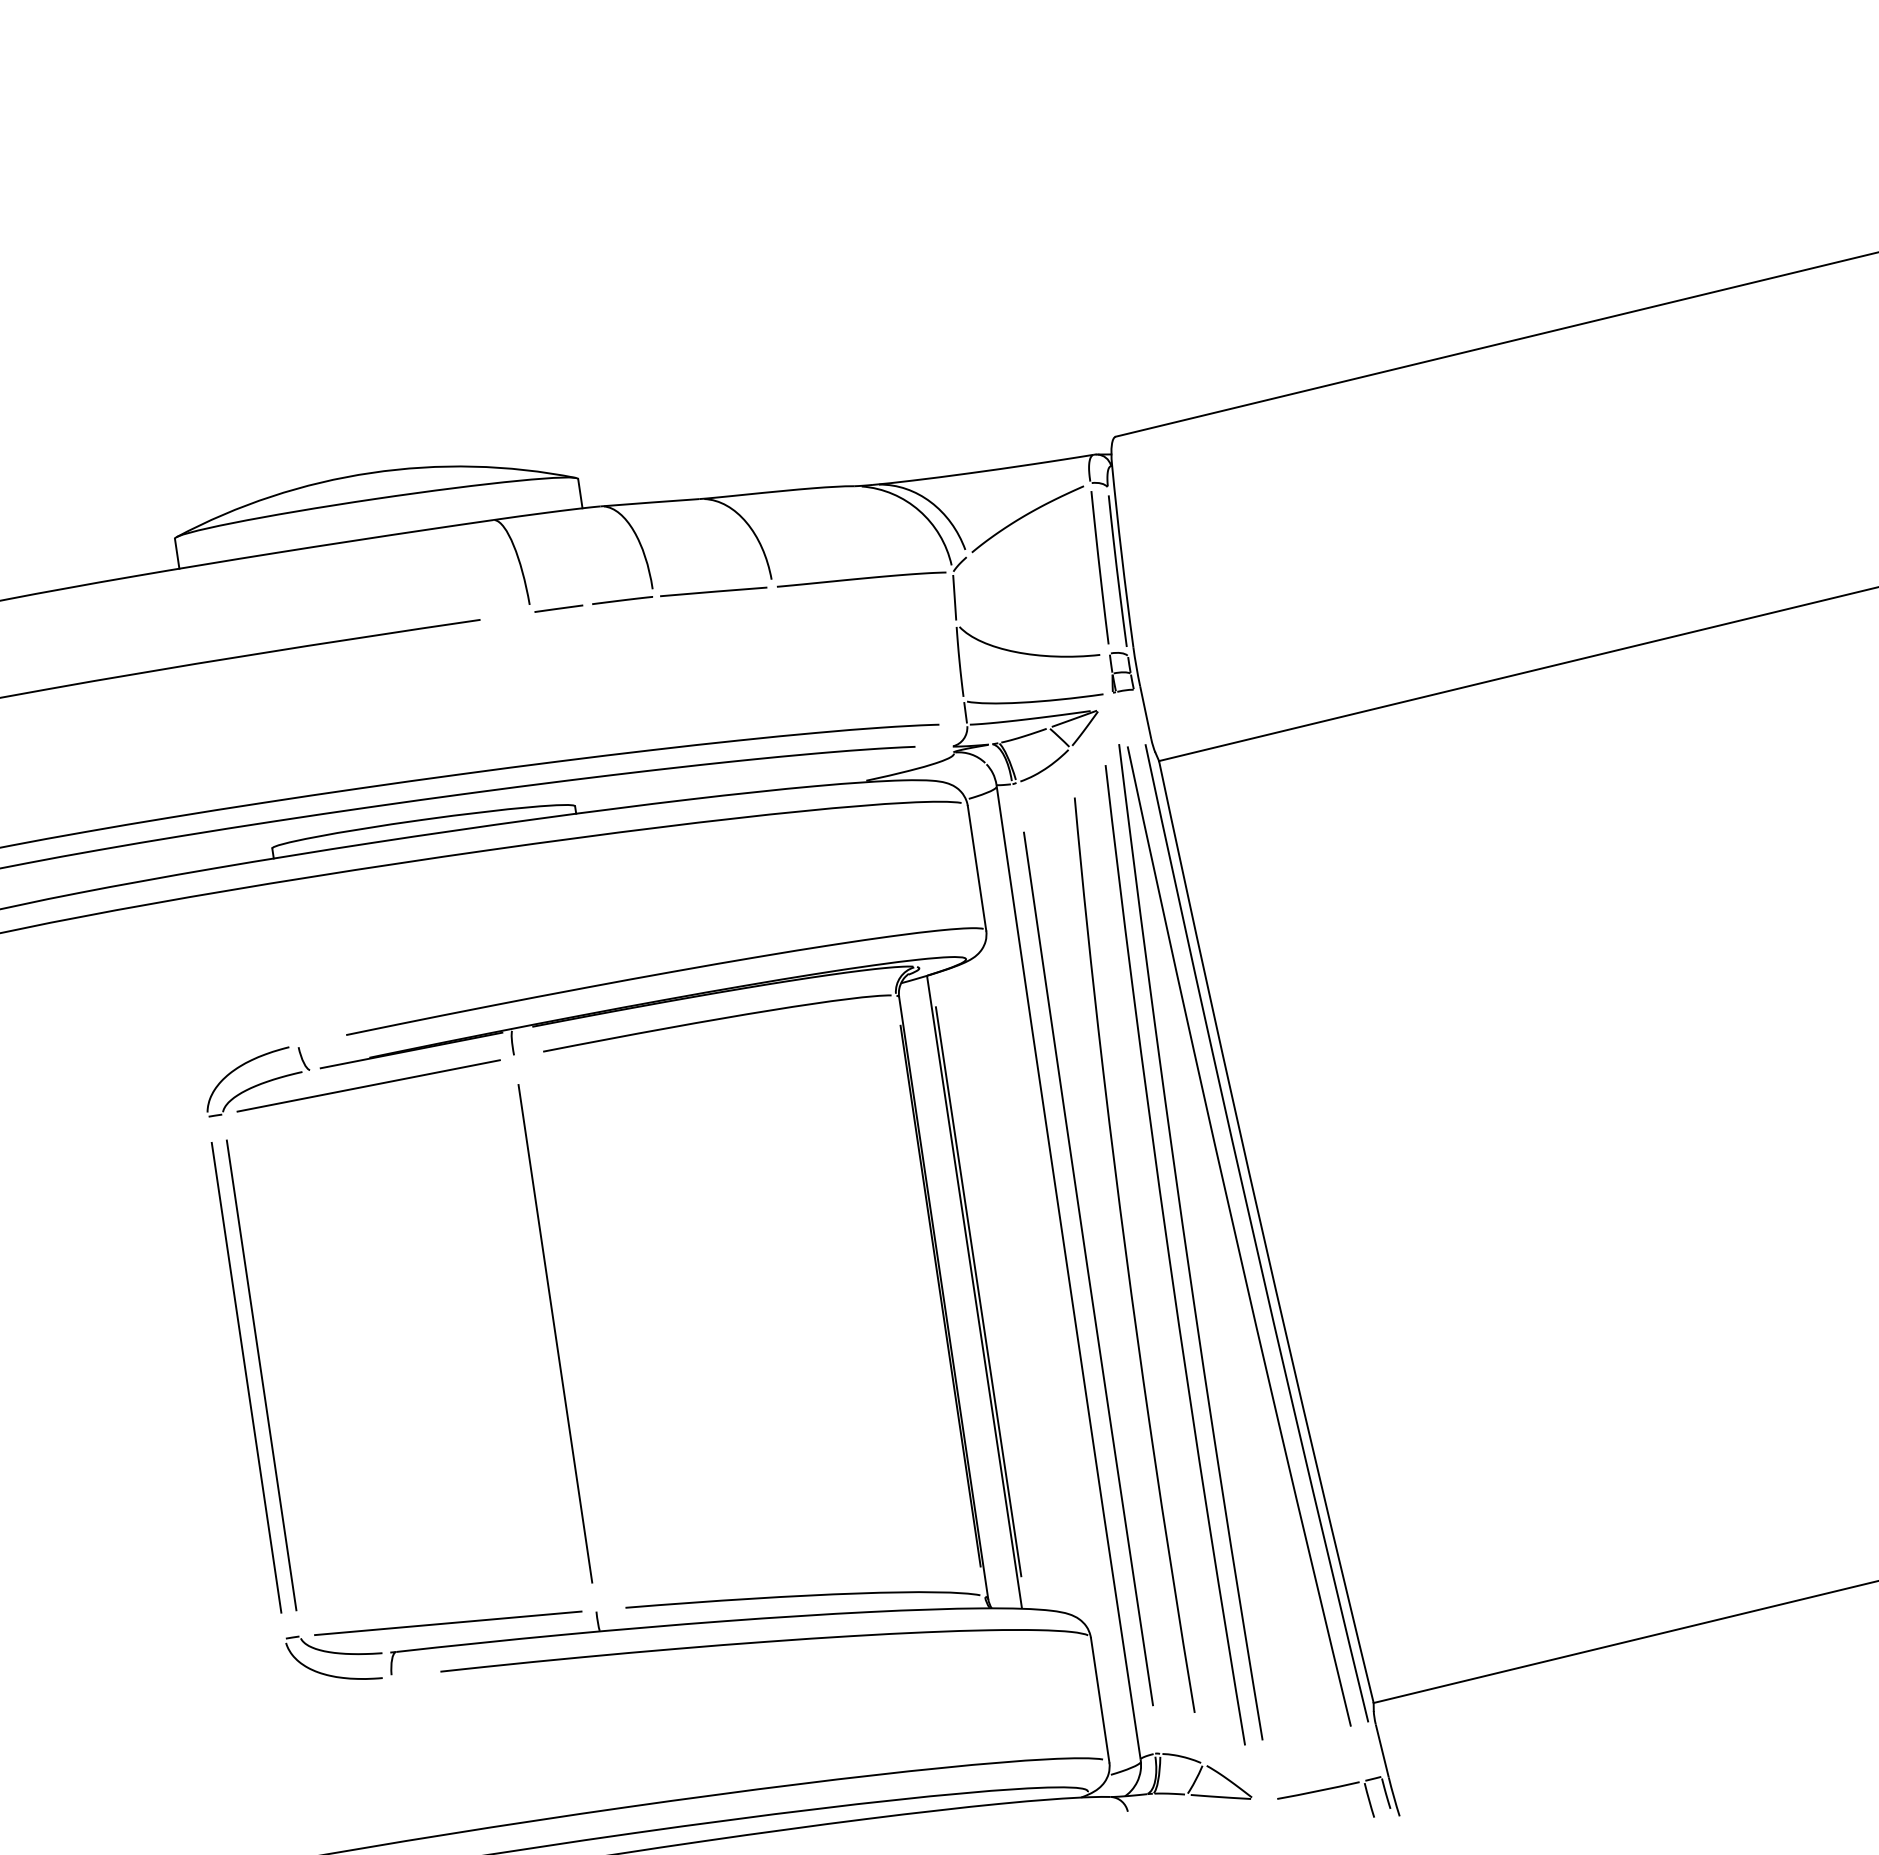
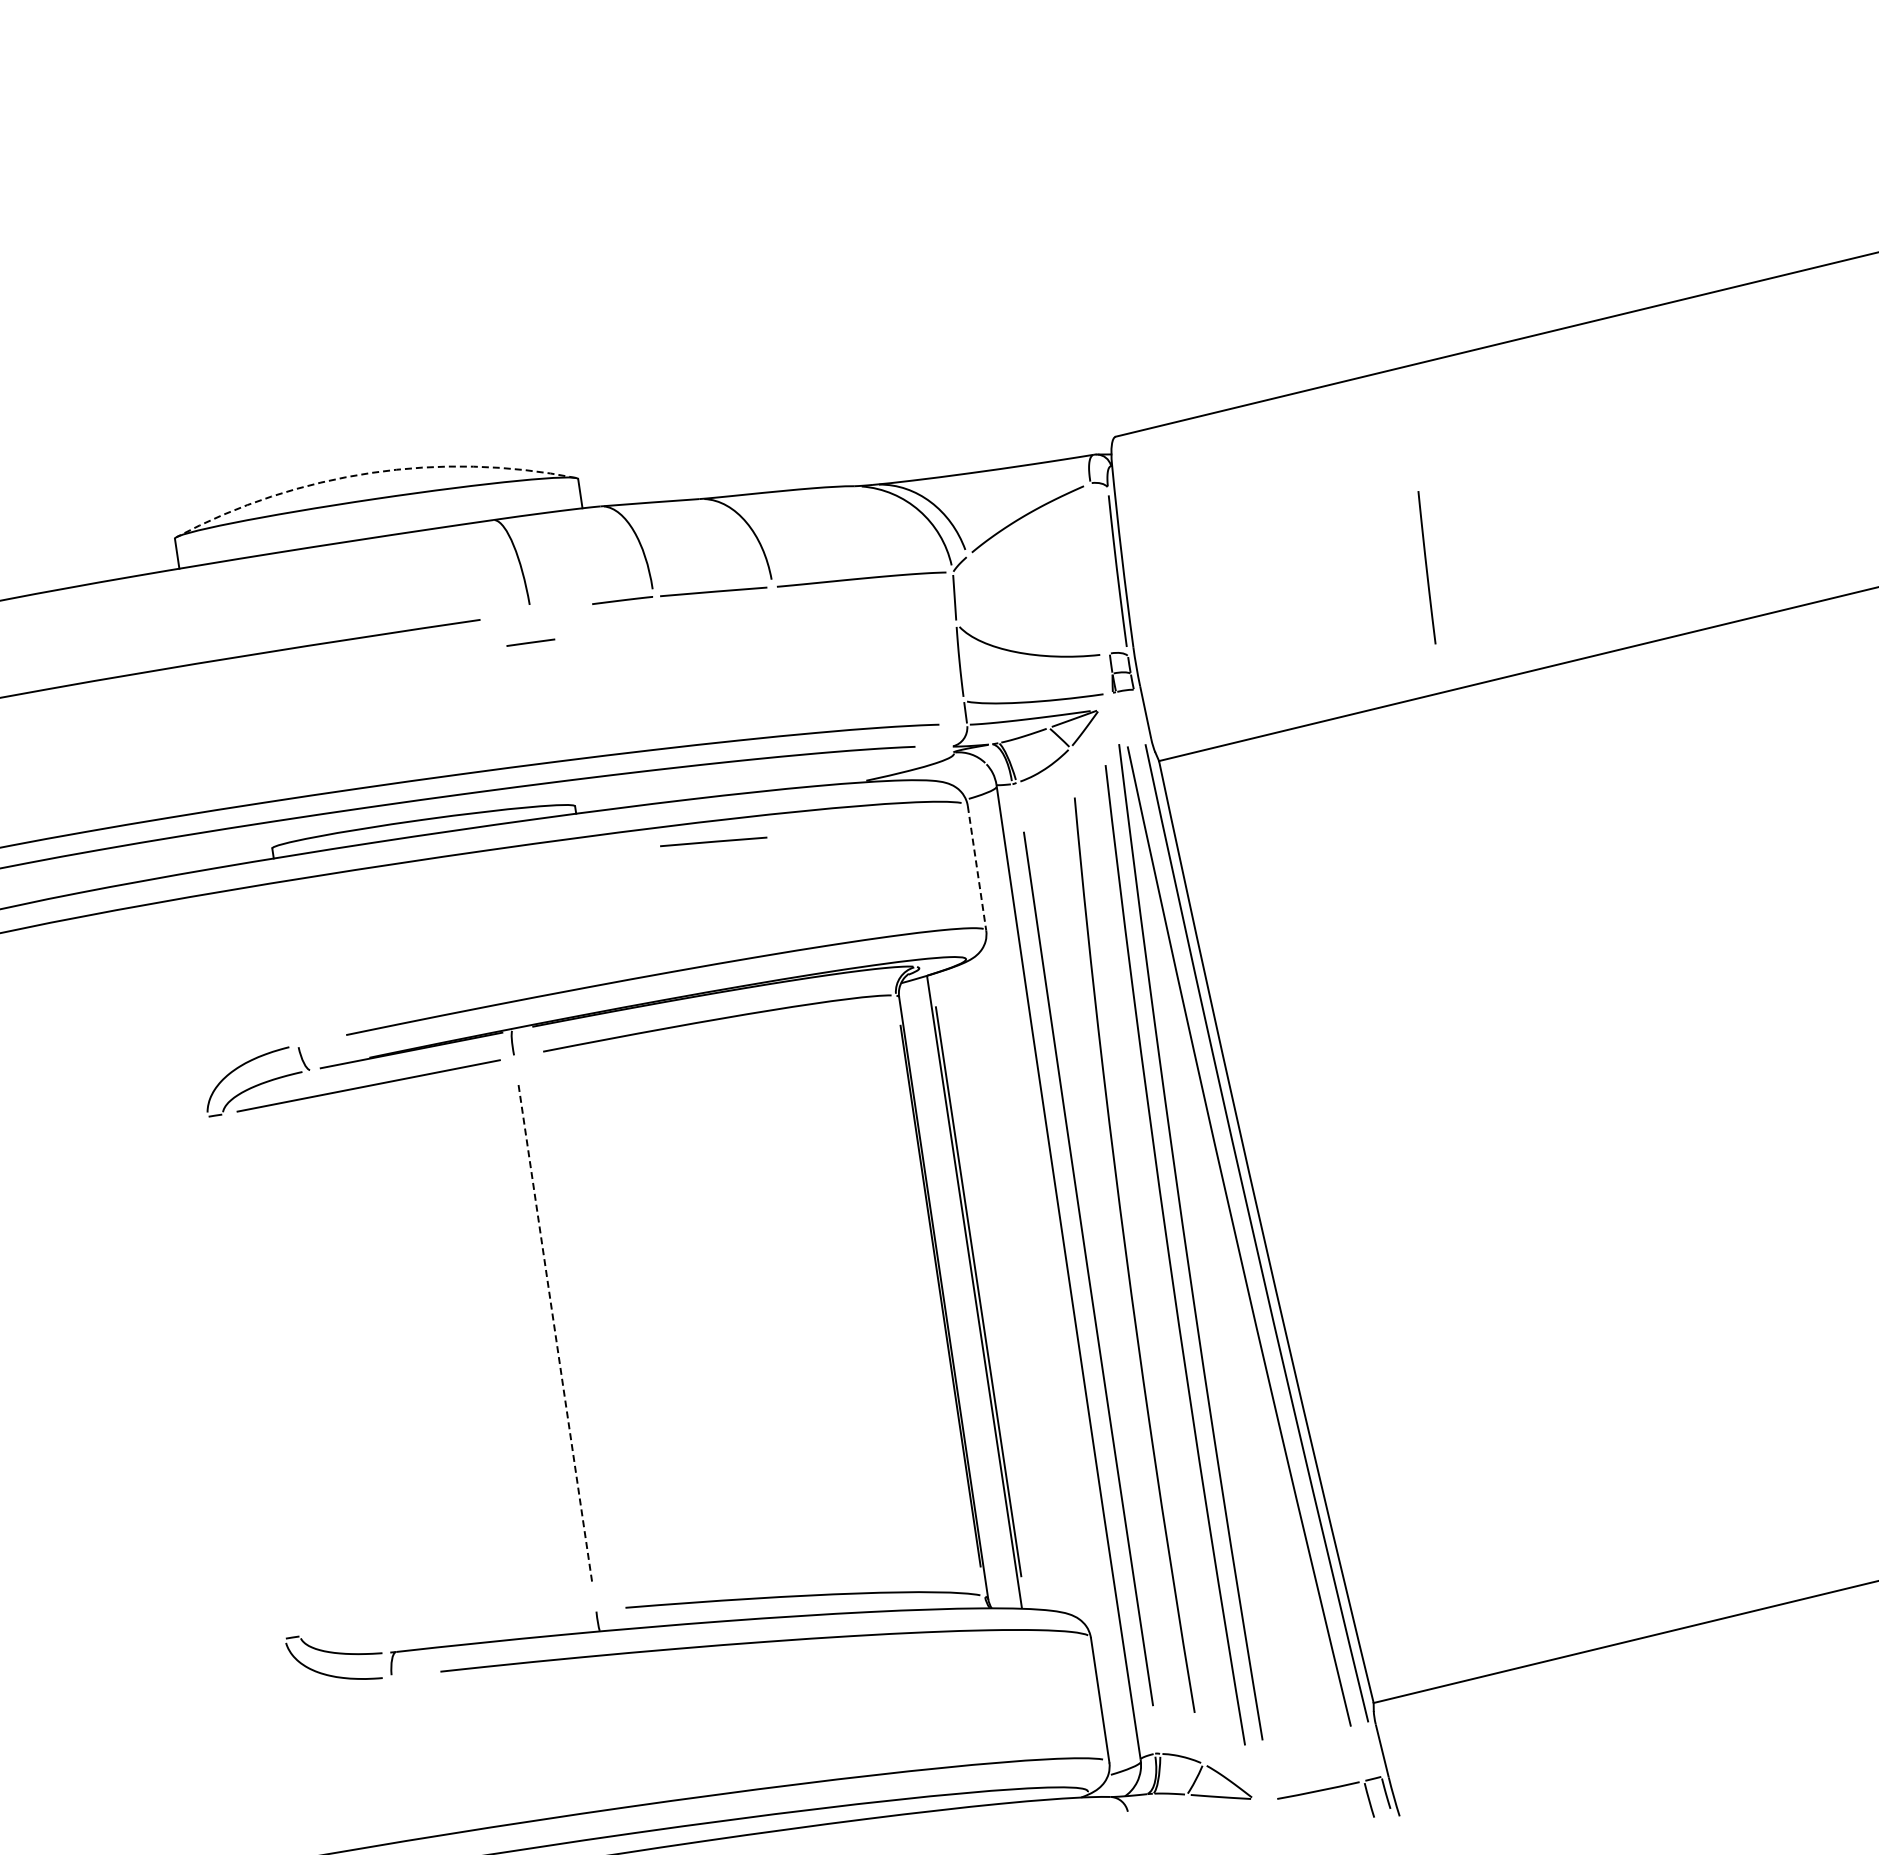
arc at (371, 472): solid -> dashed
line at (1099, 567) position: (1099, 567) -> (1426, 567)
line at (558, 608) position: (558, 608) -> (530, 642)
line at (713, 841): none -> present
line at (977, 868): solid -> dashed
line at (555, 1334): solid -> dashed
line at (261, 1375): present -> none
line at (246, 1377): present -> none
line at (448, 1623): present -> none
